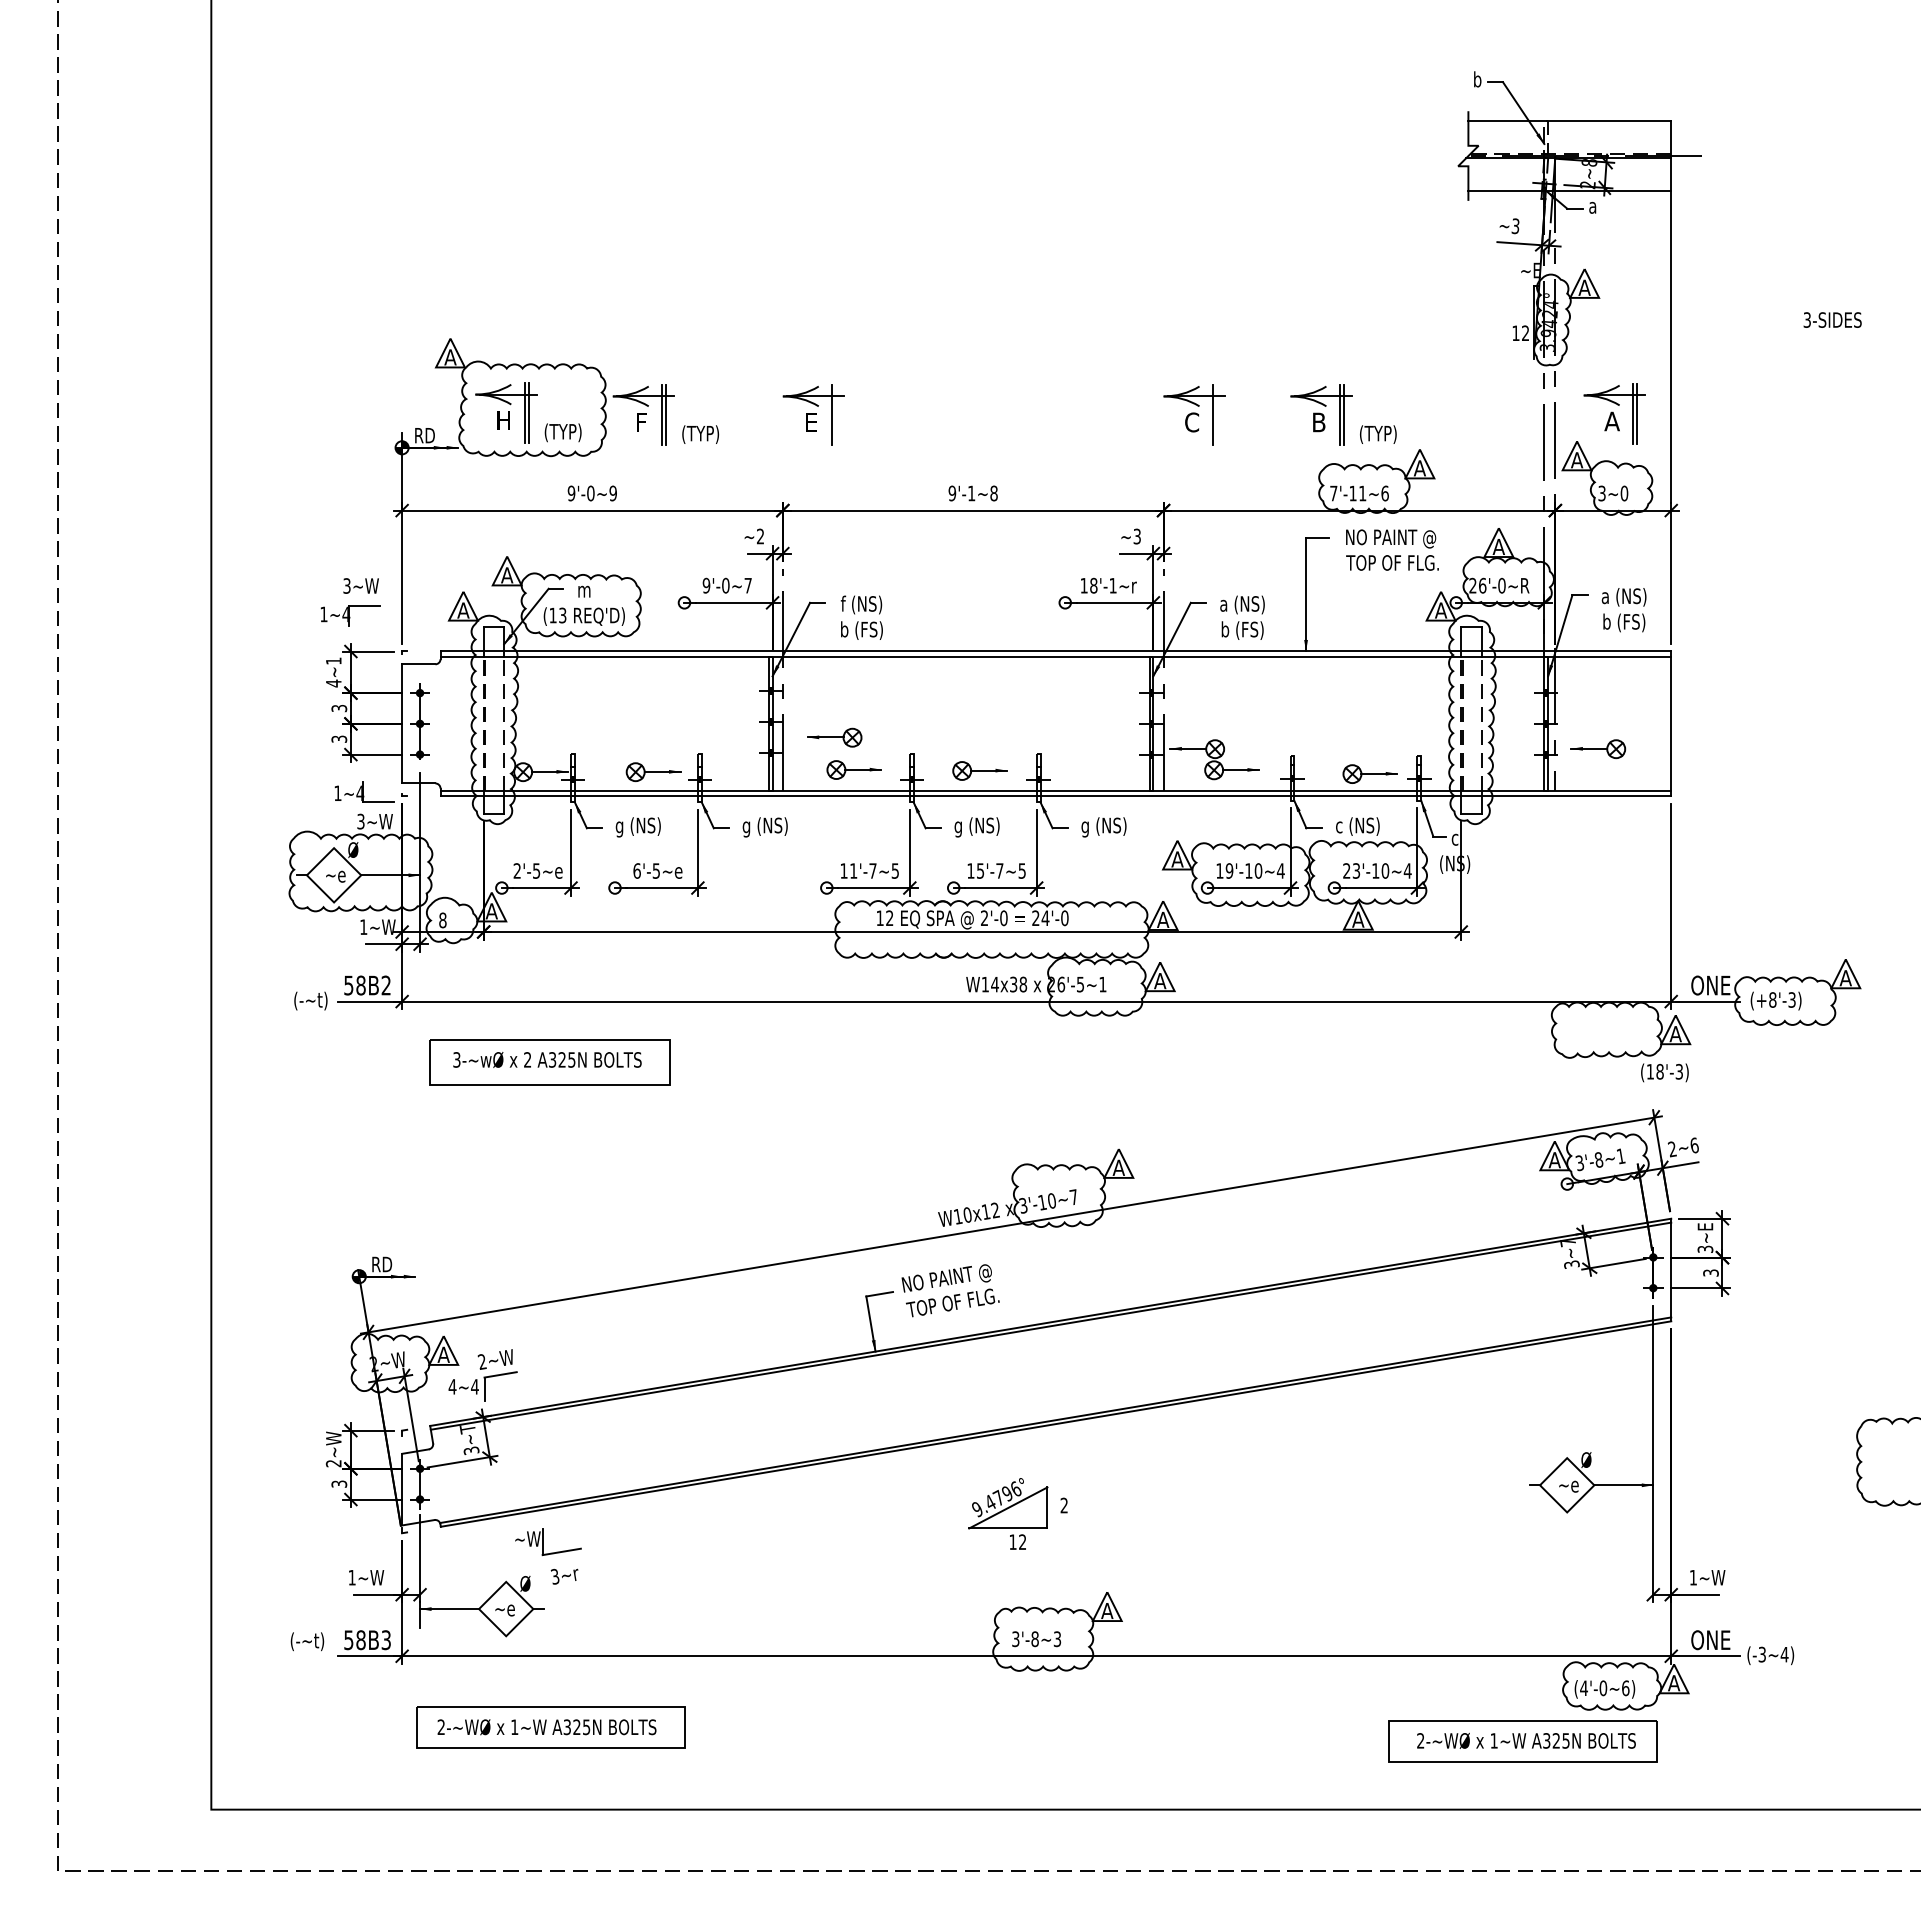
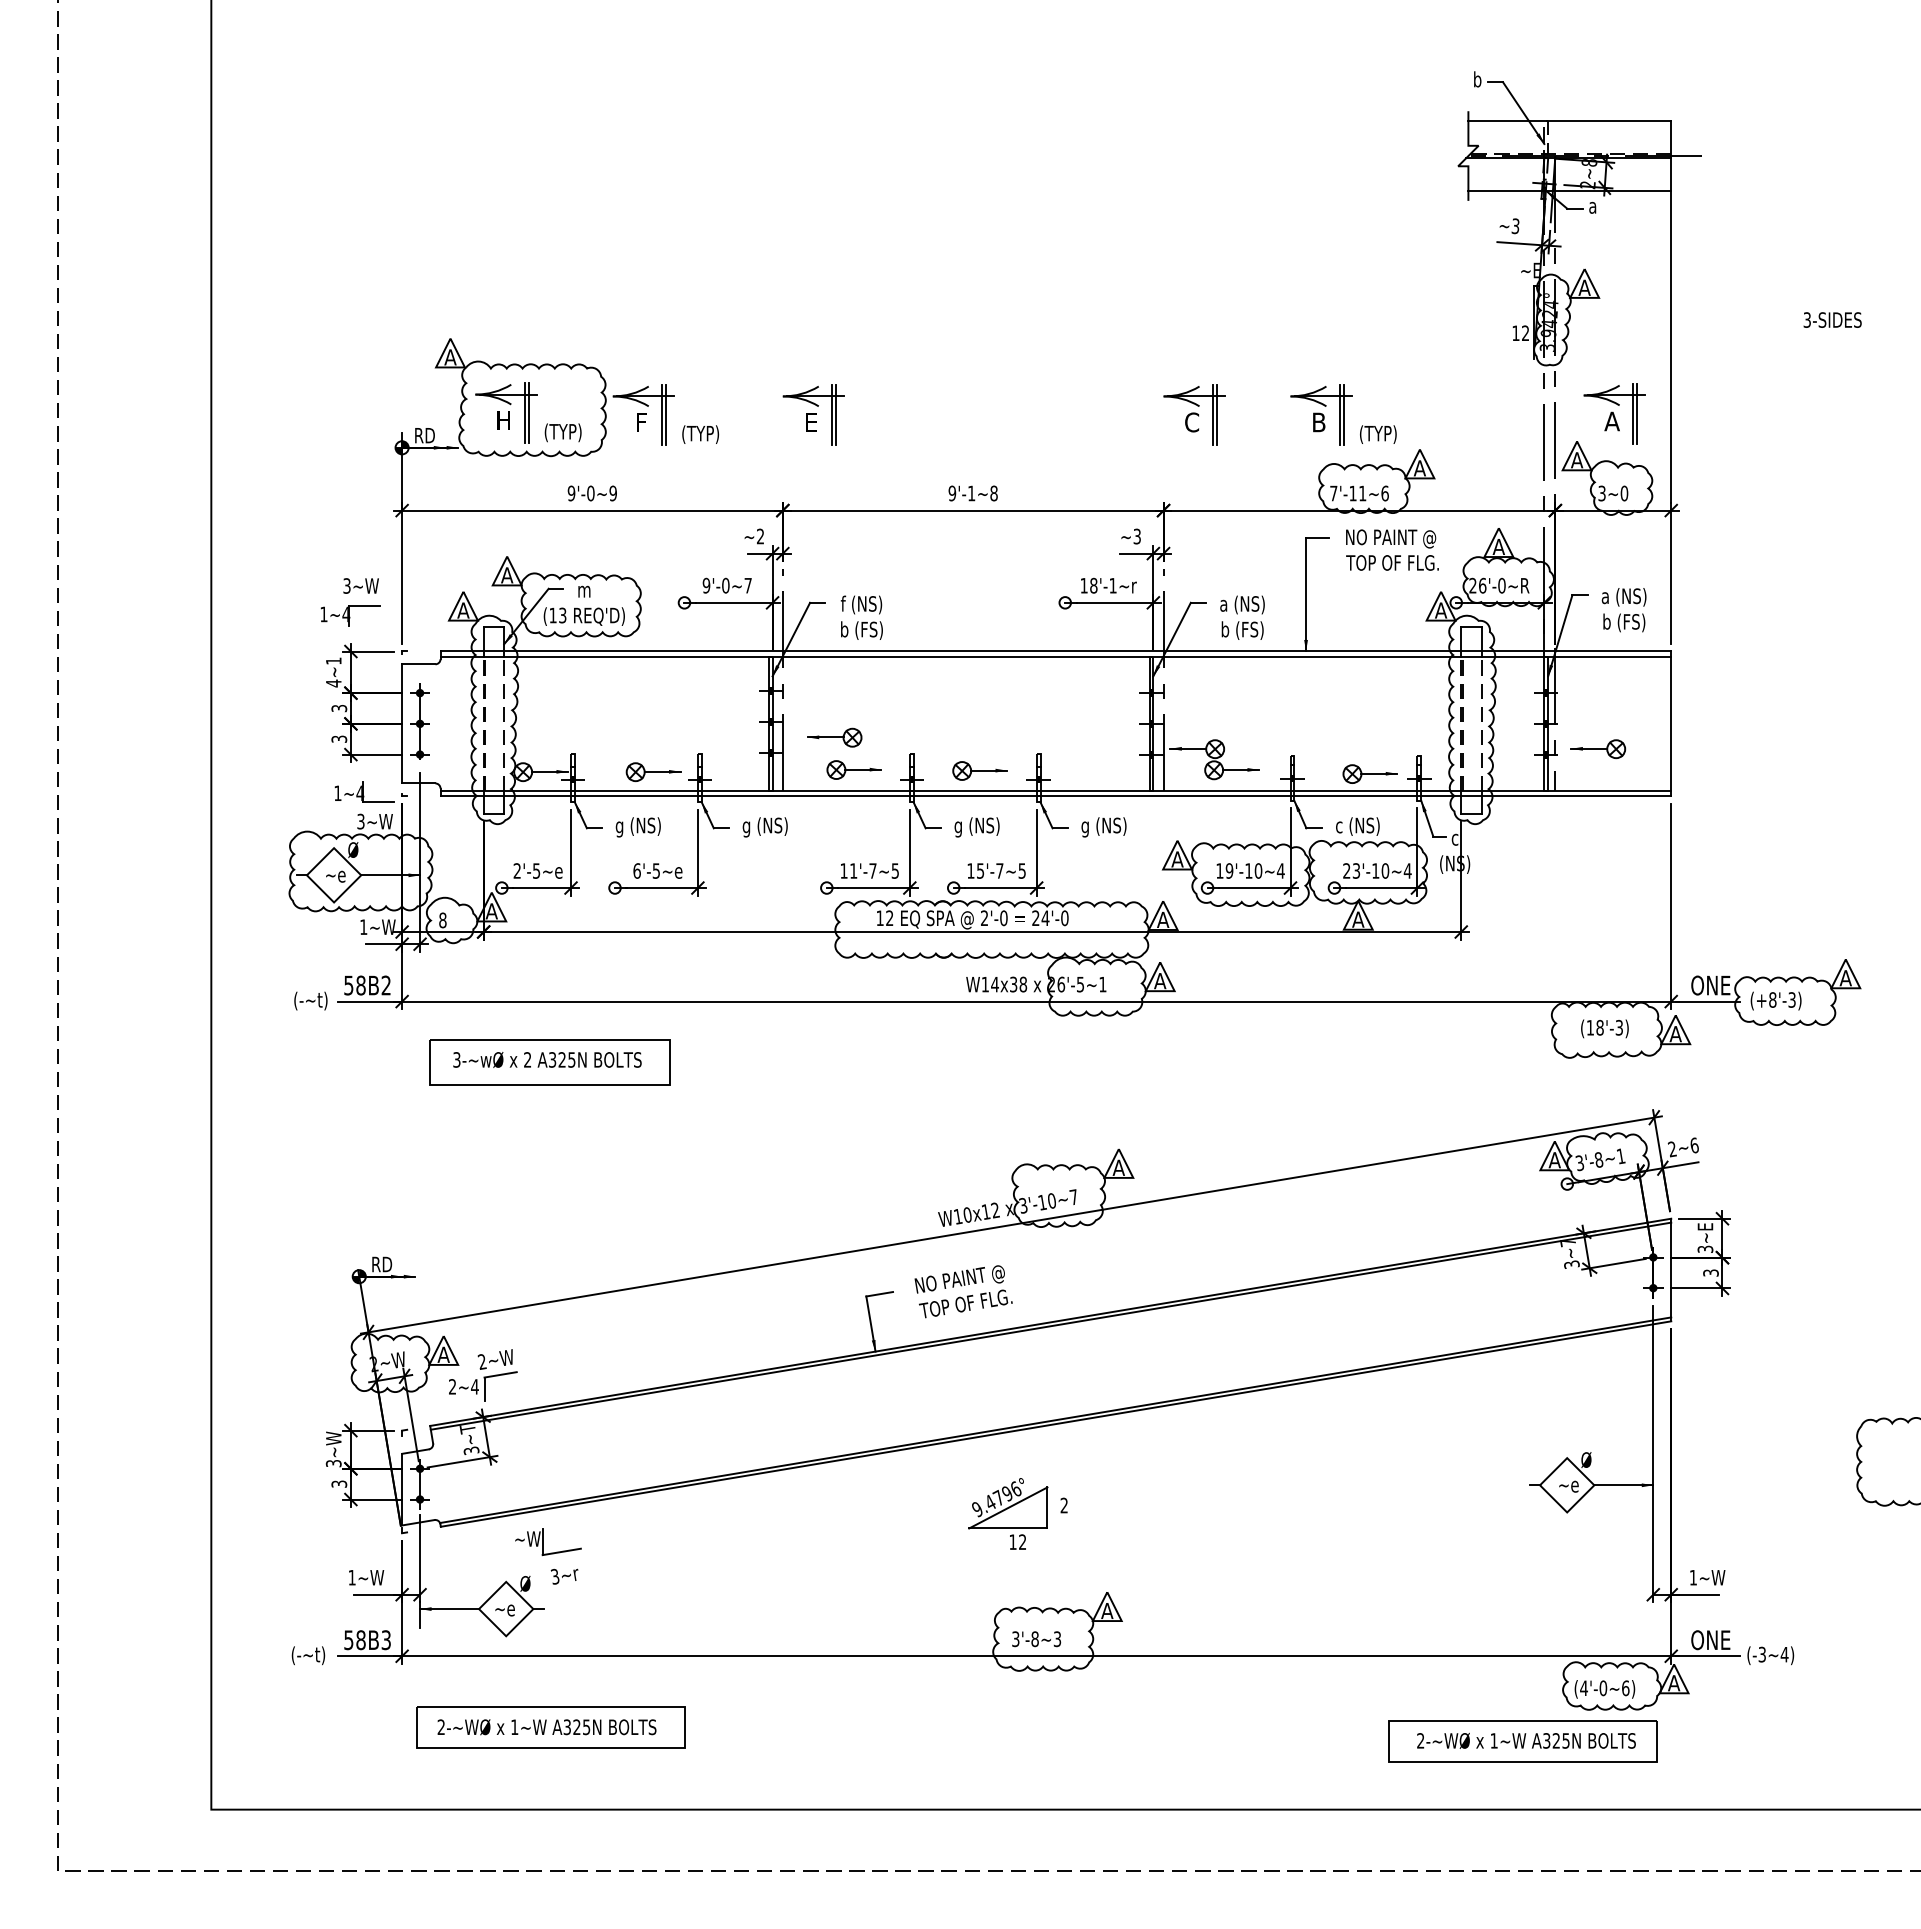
line at (835, 414): none -> present
line at (1216, 414): none -> present
text at (1664, 1072) position: (1664, 1072) -> (1604, 1028)
text at (950, 1290) position: (950, 1290) -> (963, 1291)
text at (452, 1386): 4~4 -> 2~4
text at (333, 1463): 2~W -> 3~W
text at (307, 1641) position: (307, 1641) -> (308, 1655)
